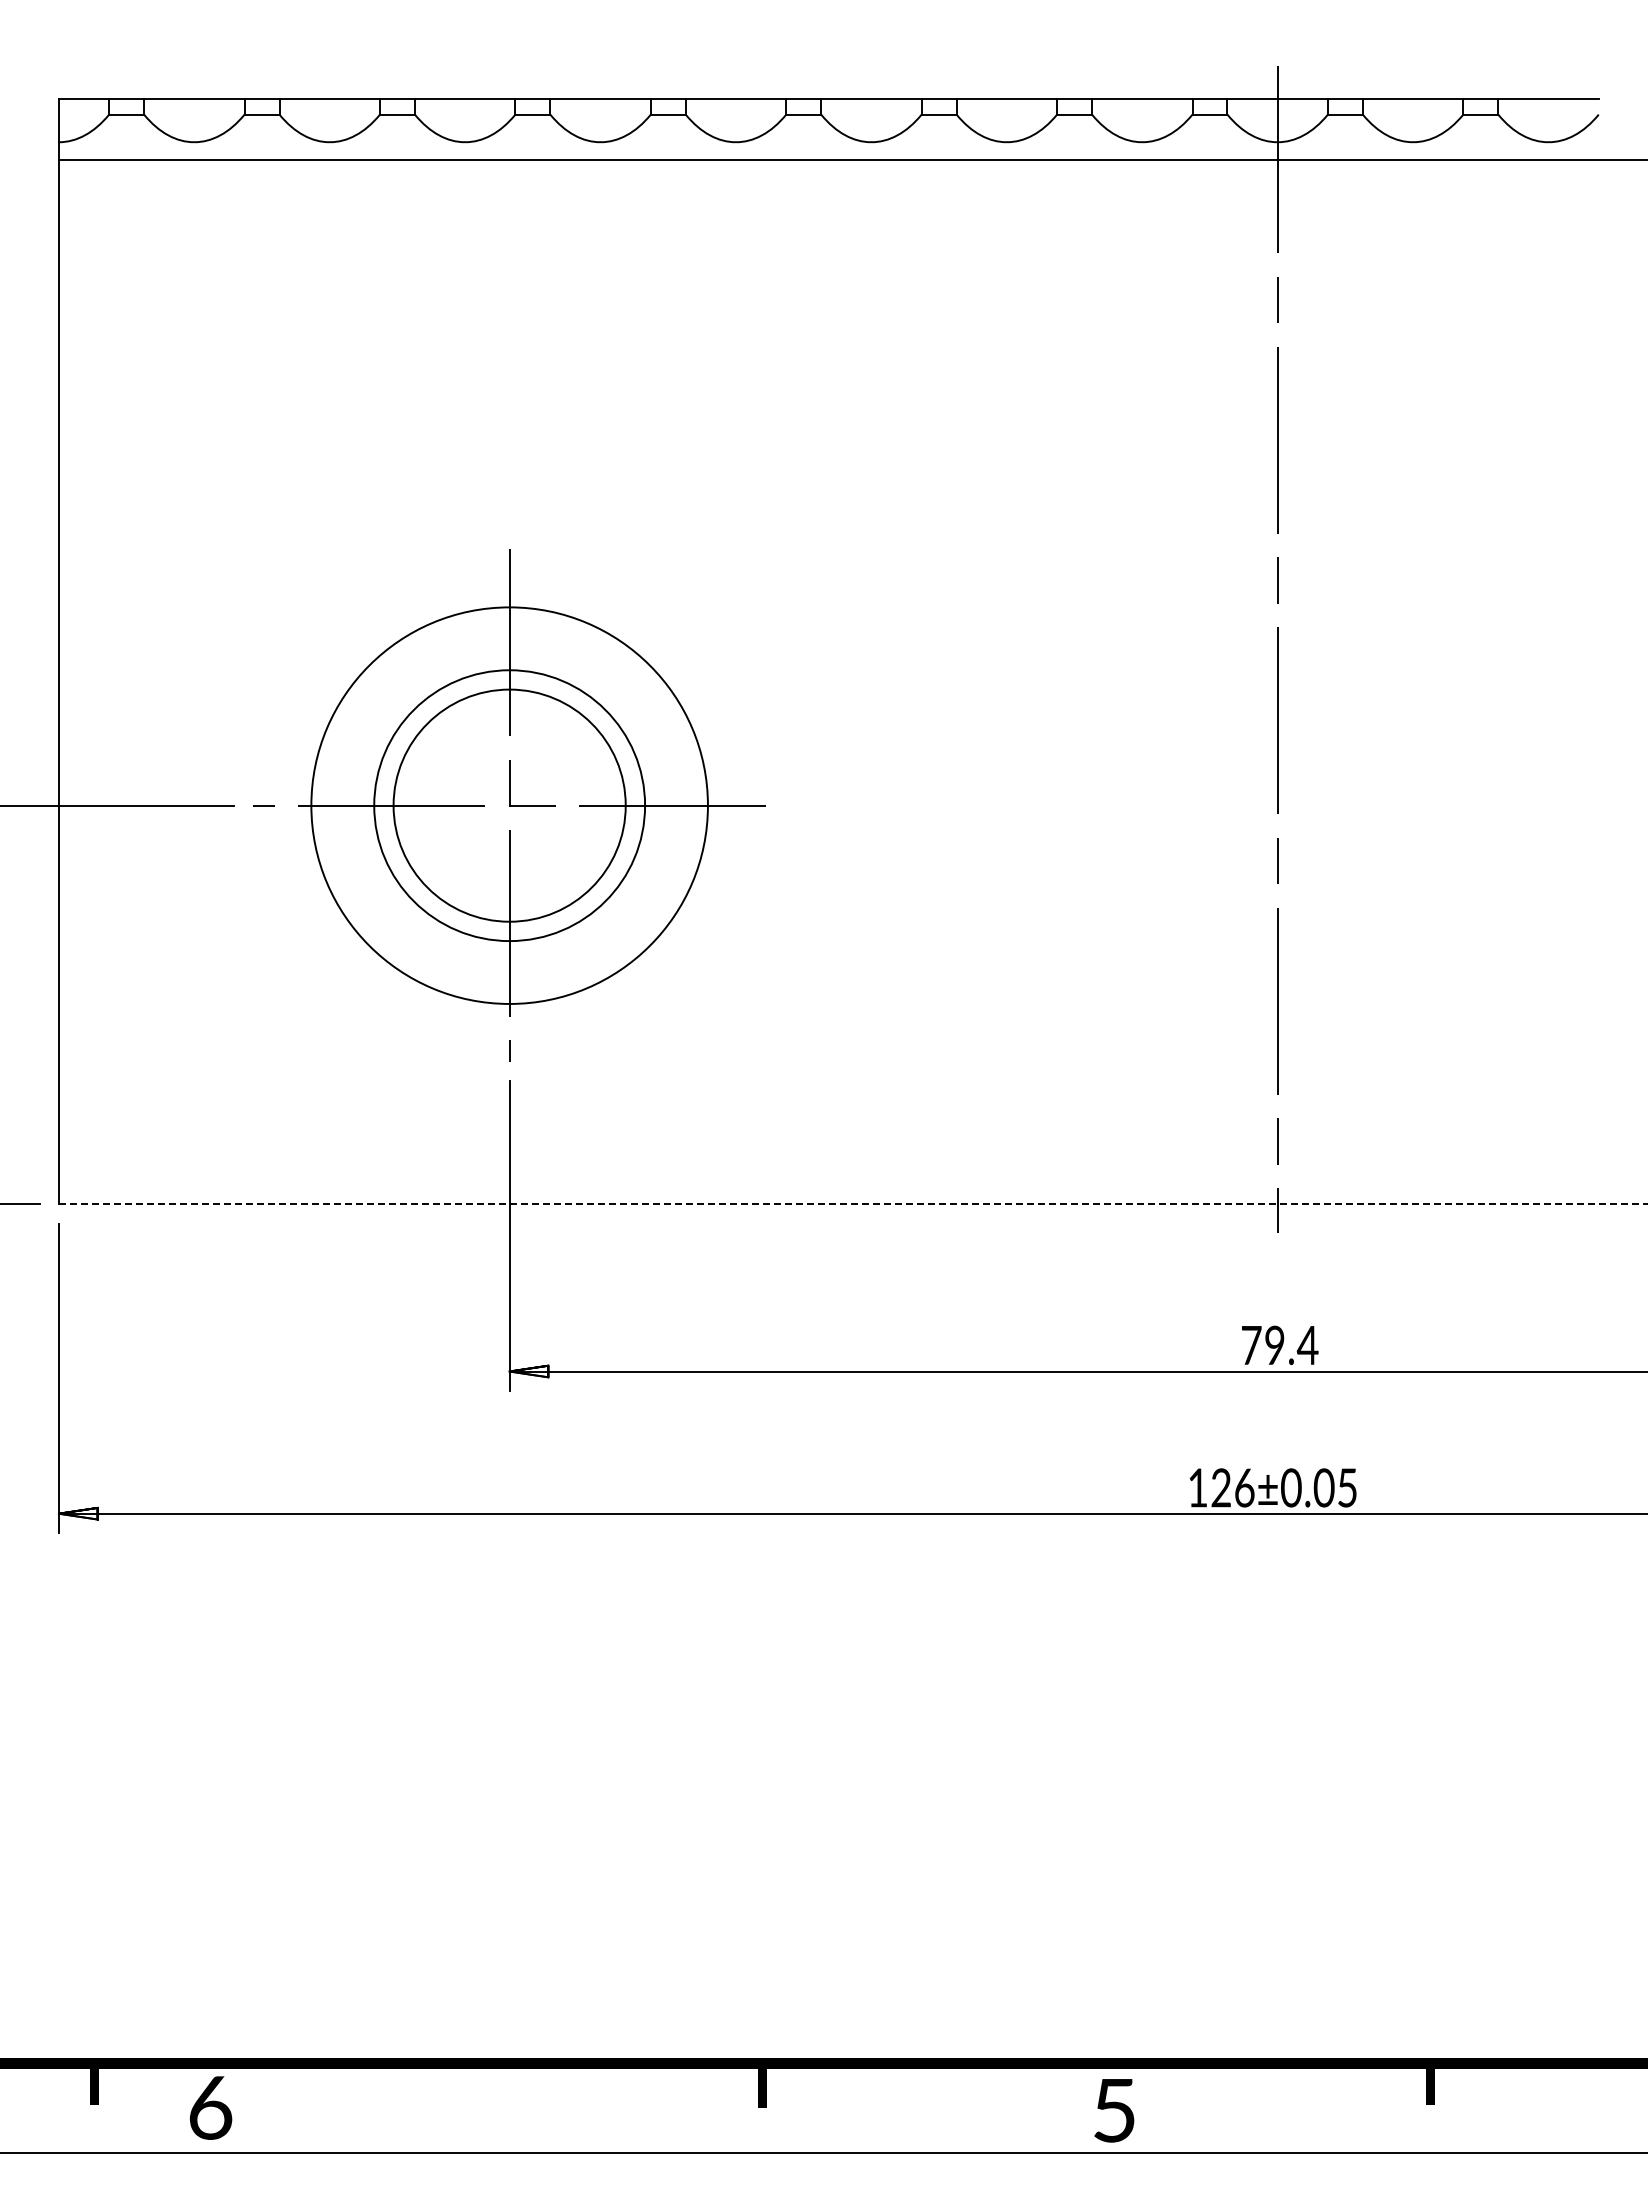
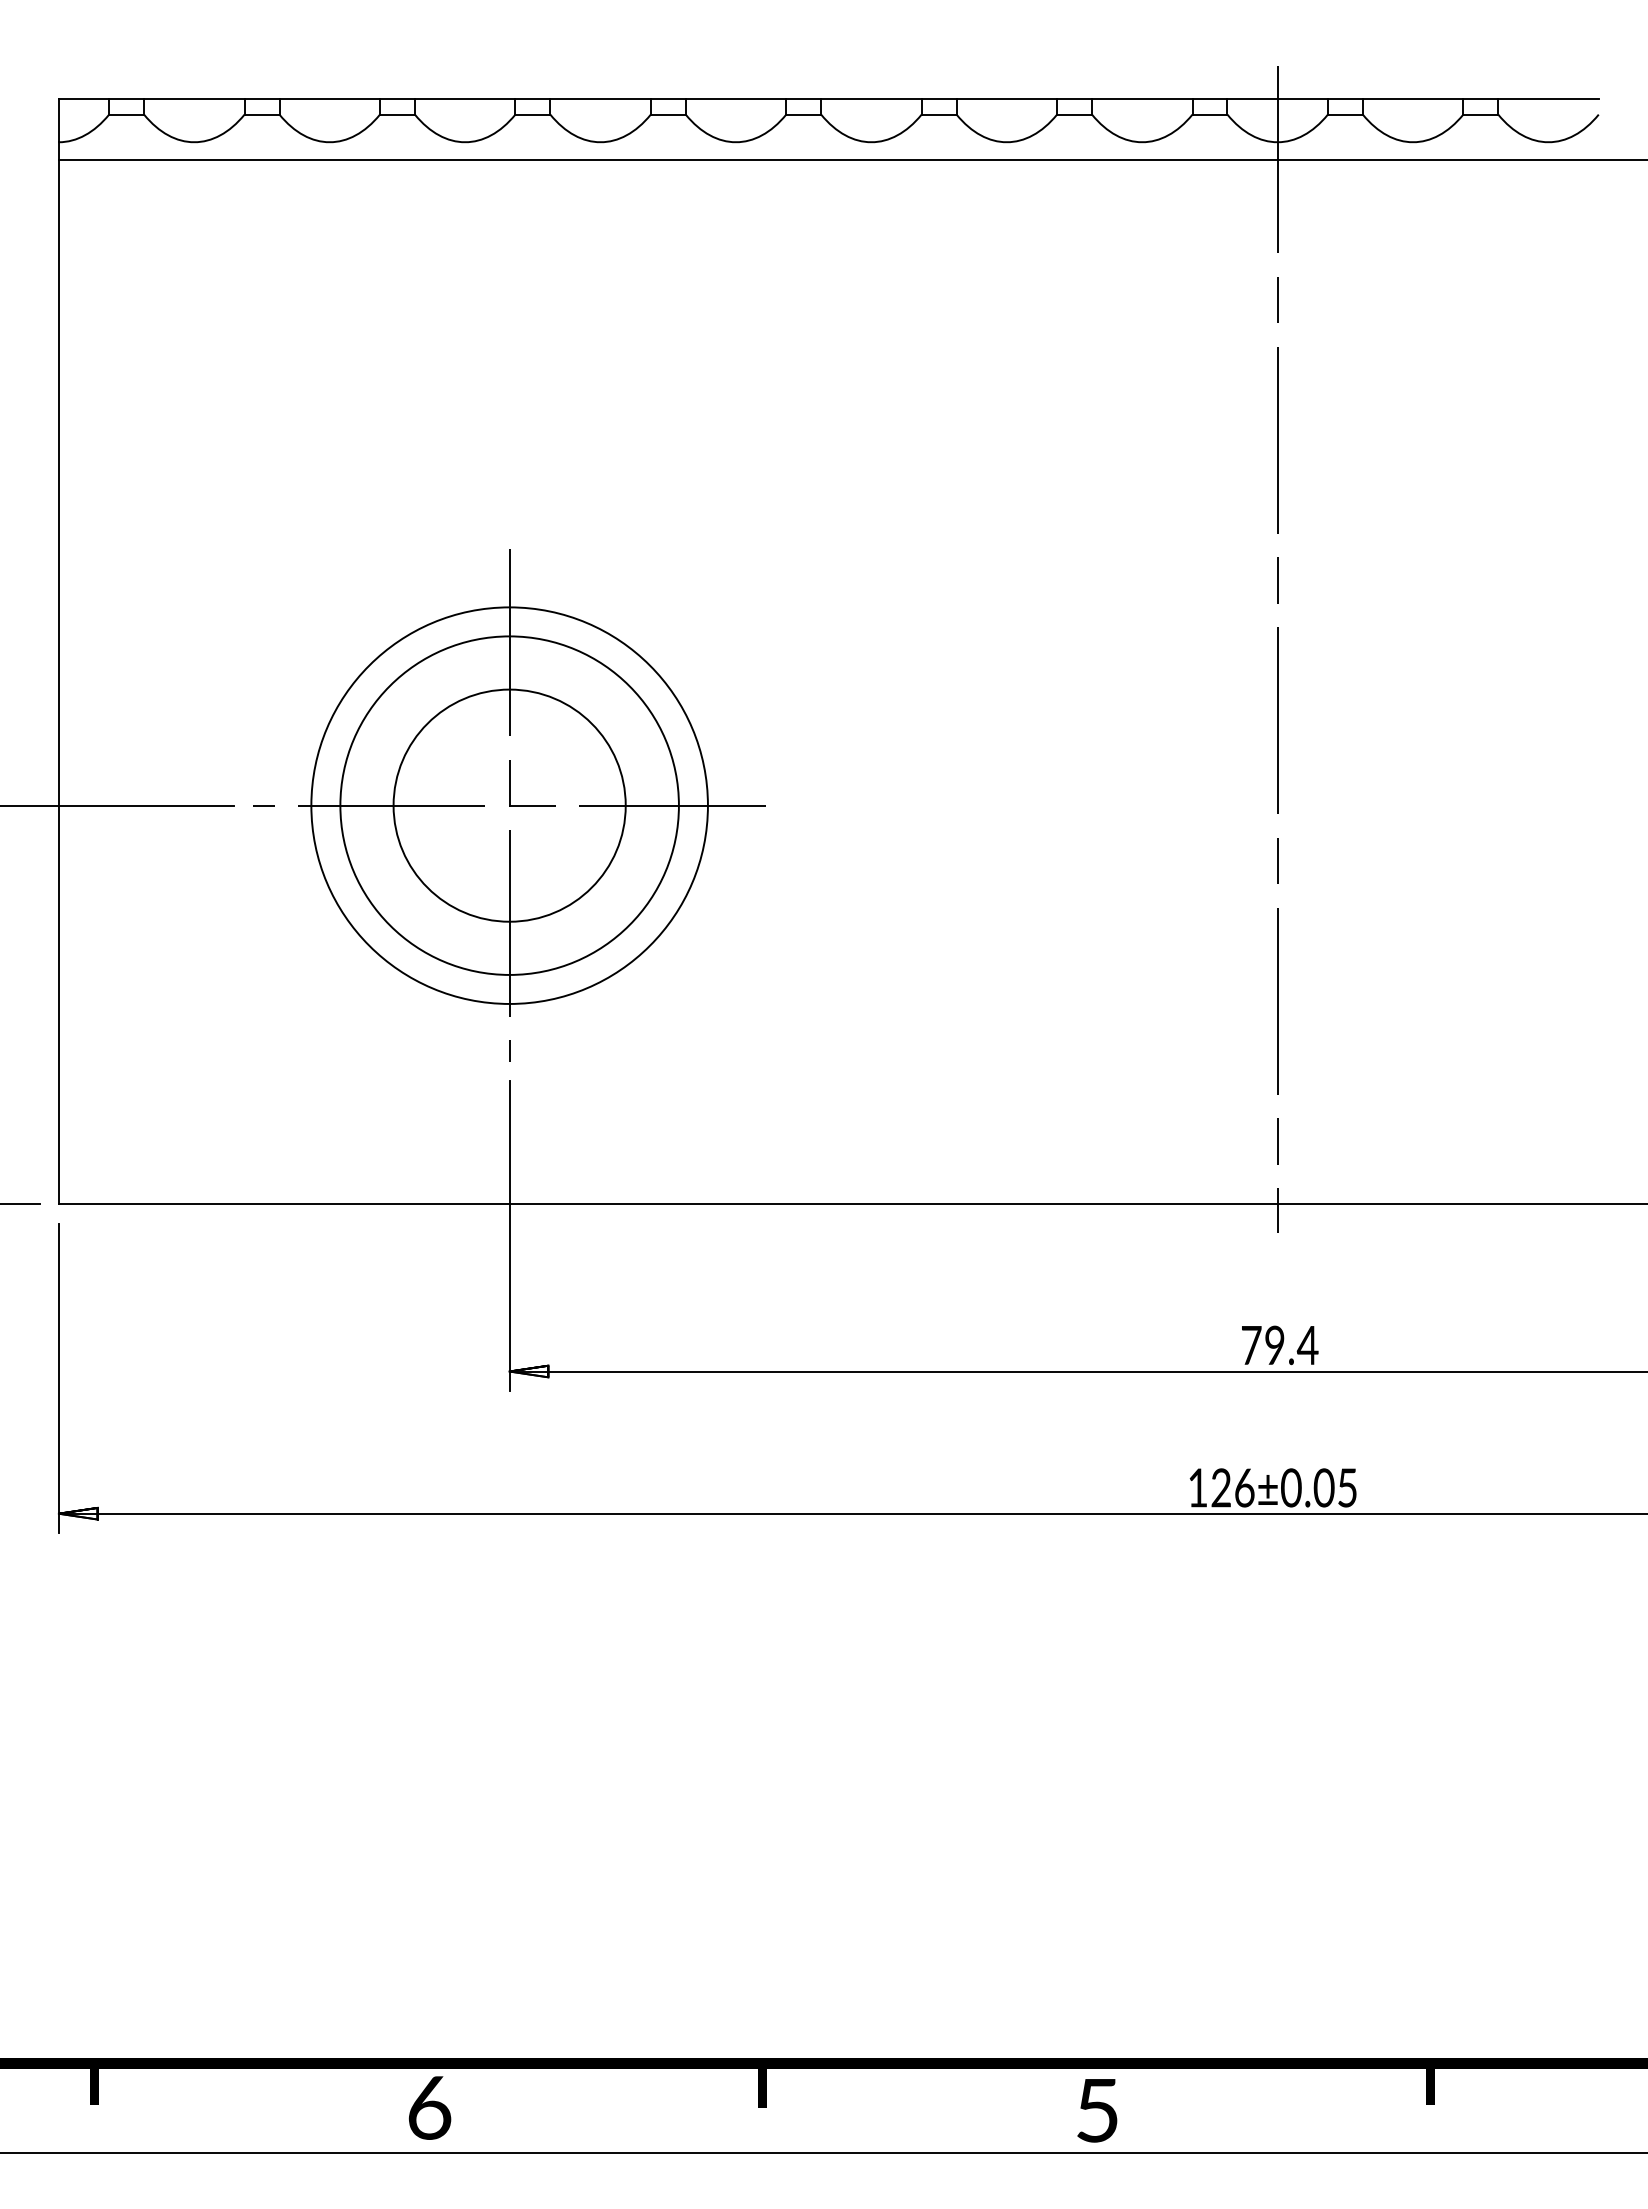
circle at (509, 805) diameter: 271 px -> 339 px
line at (853, 1204): dashed -> solid
text at (210, 2107) position: (210, 2107) -> (429, 2107)
text at (1114, 2110) position: (1114, 2110) -> (1097, 2110)
